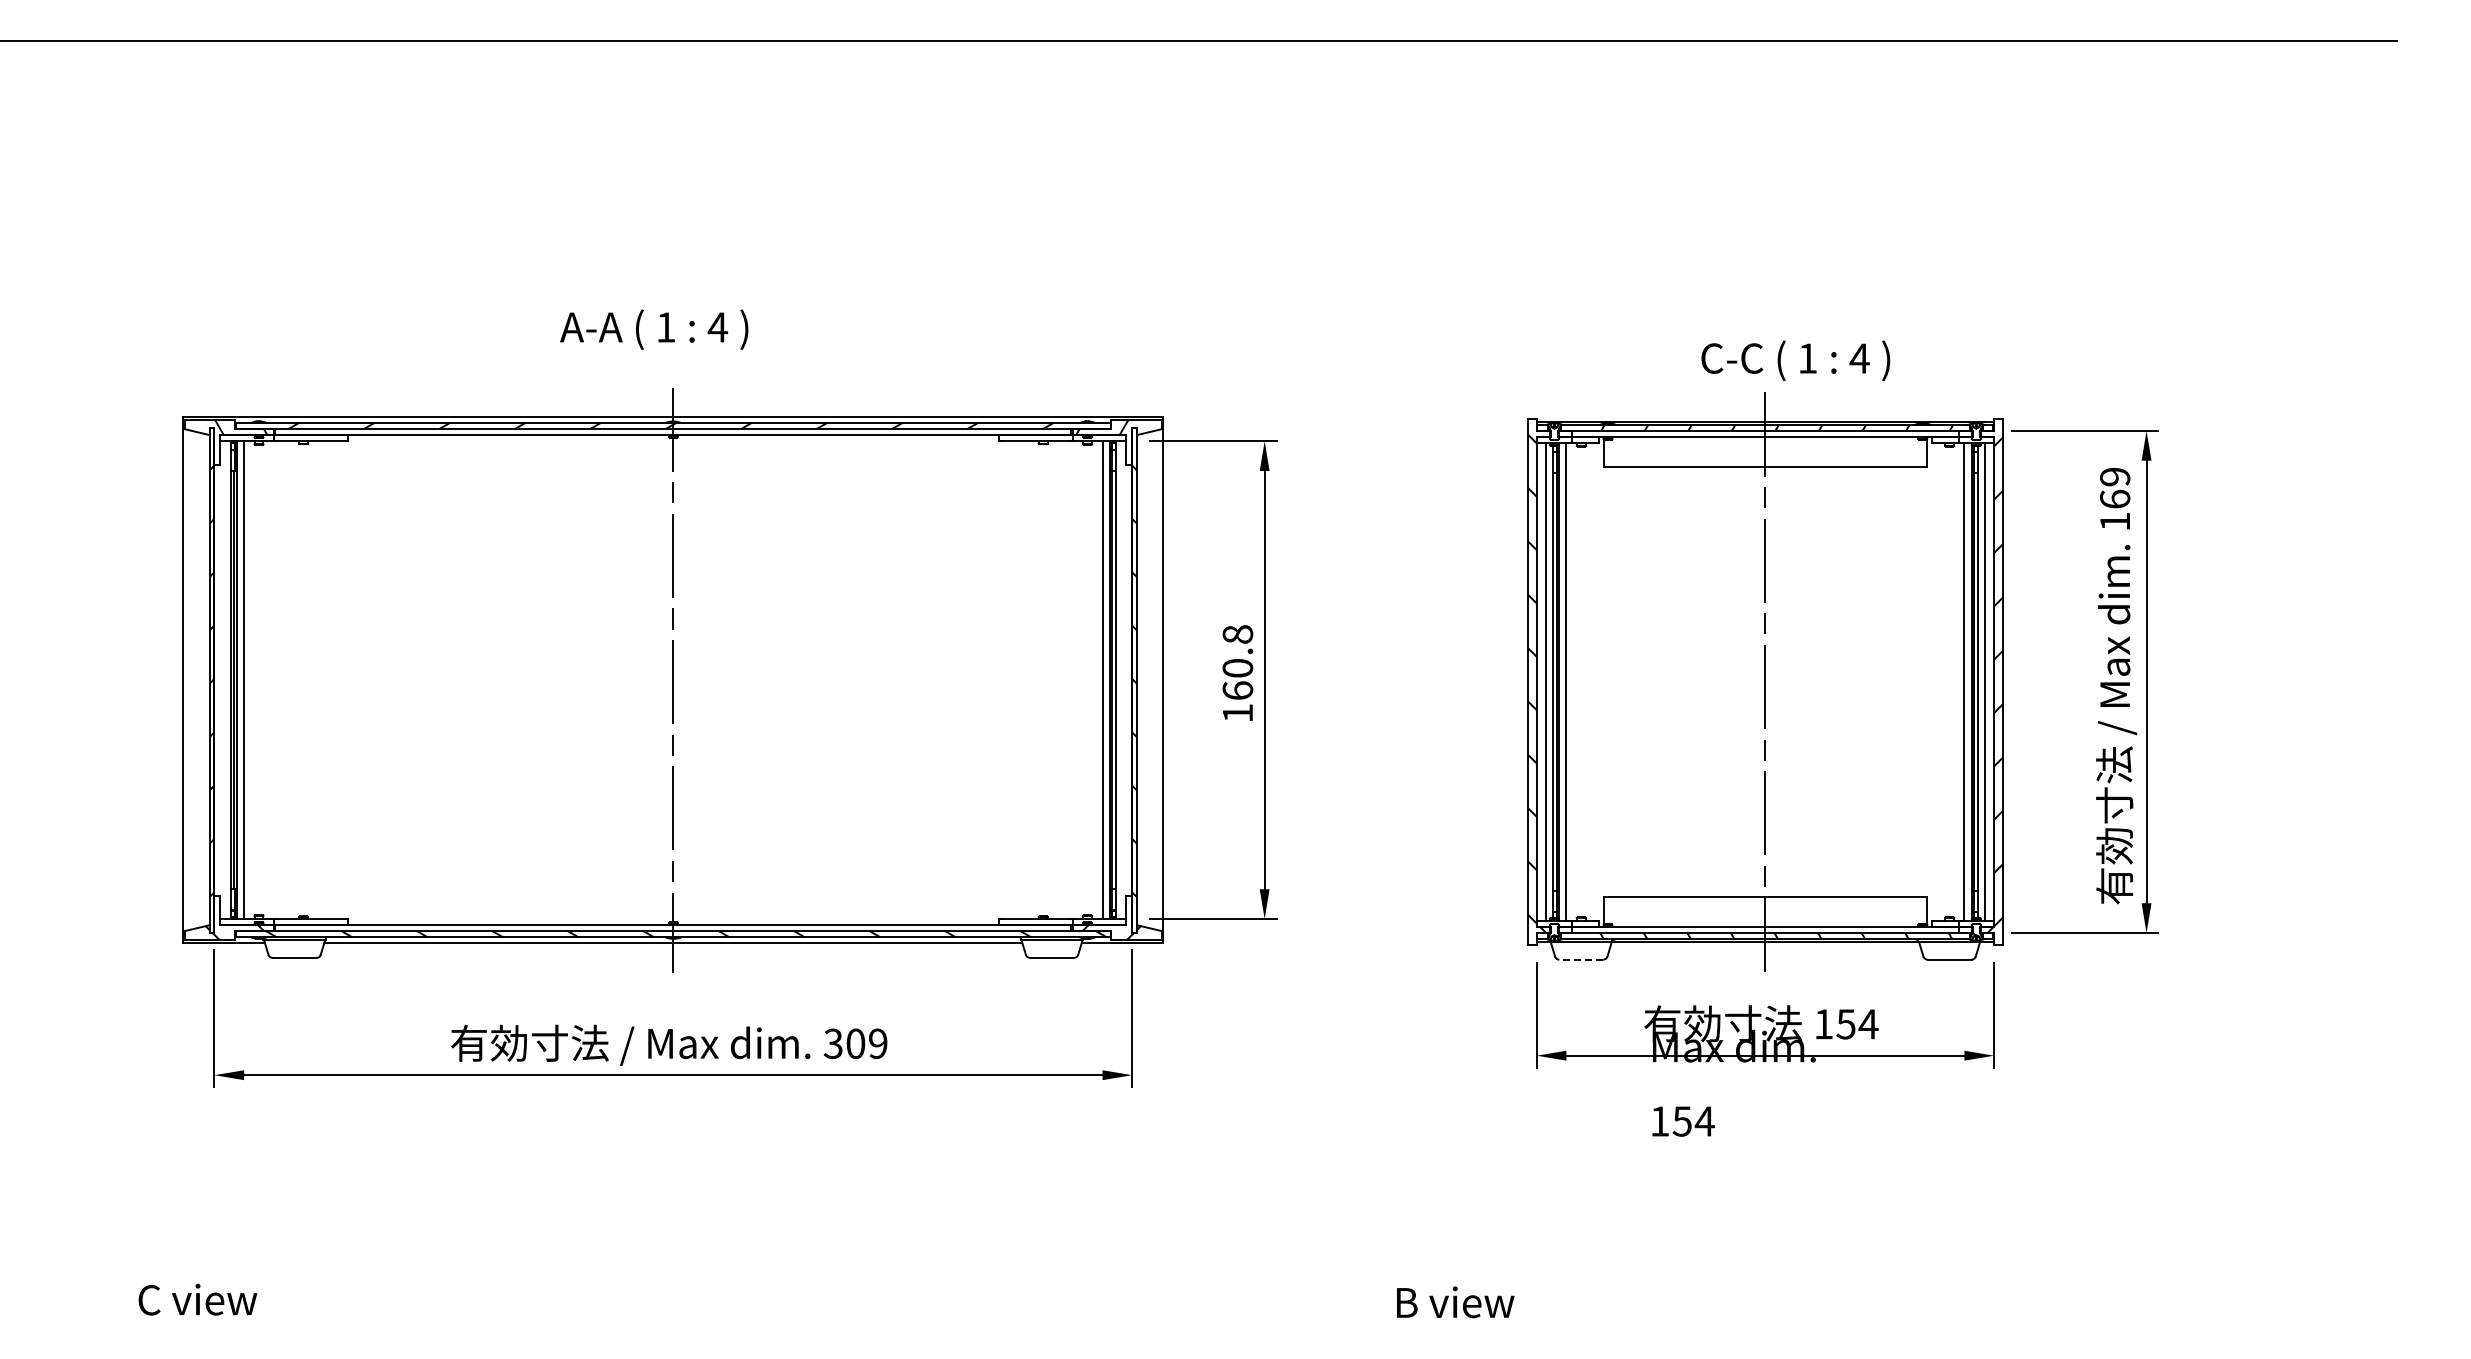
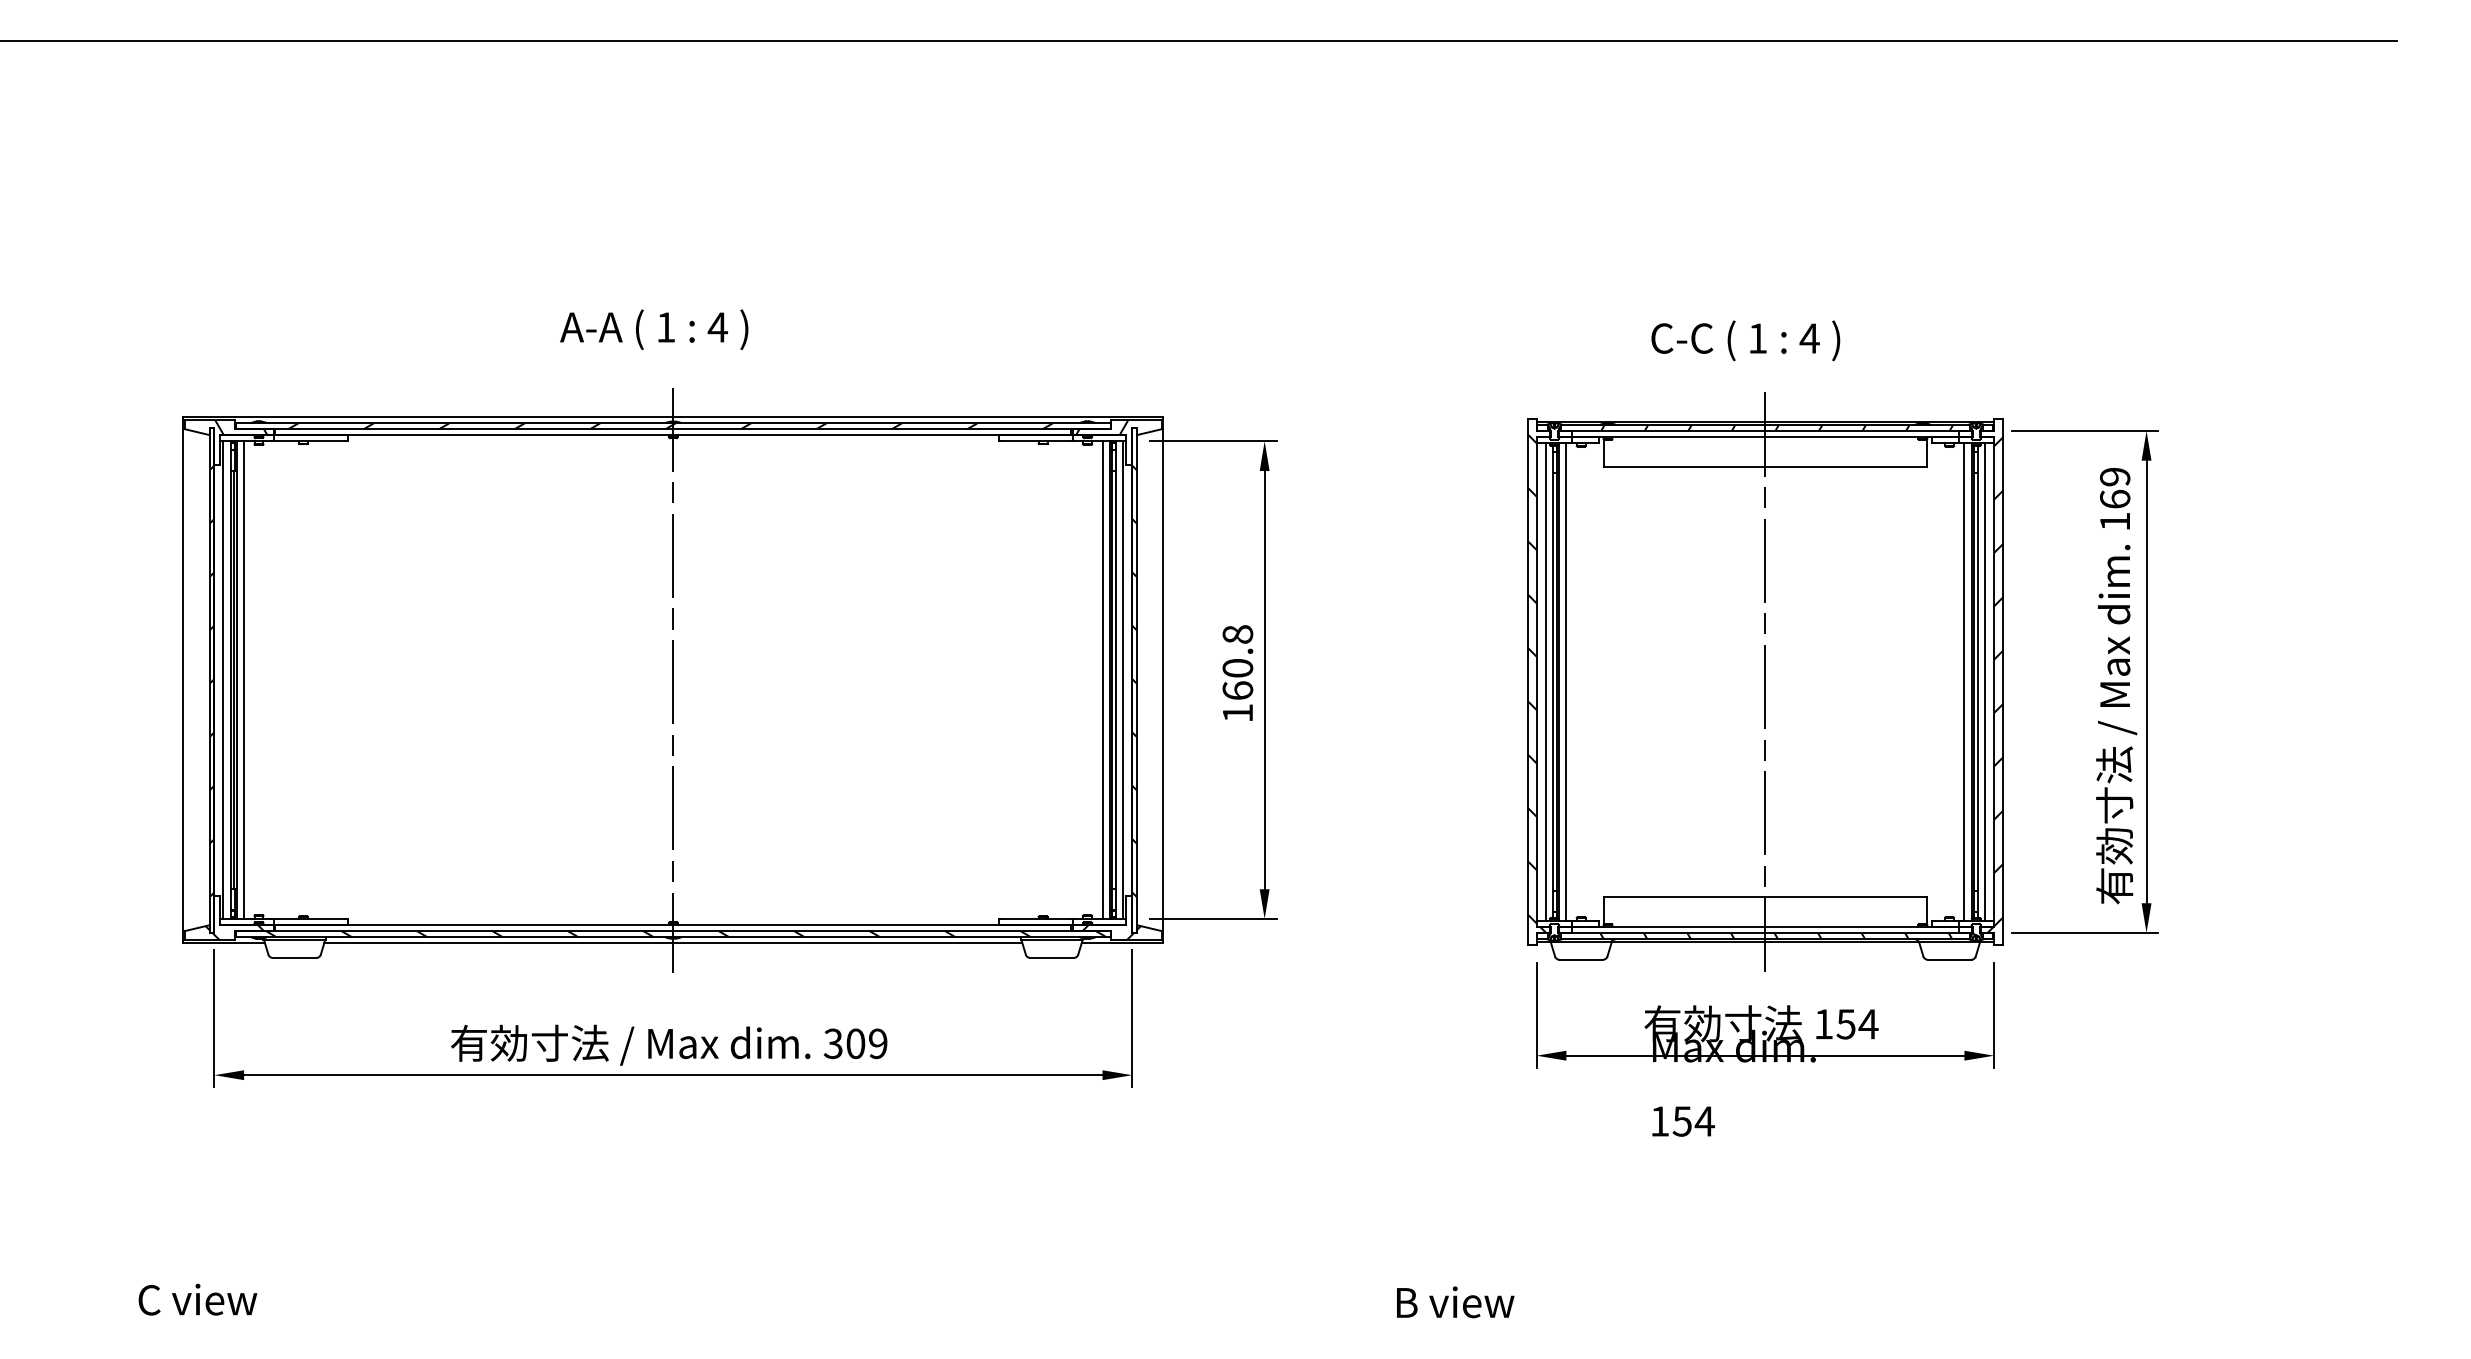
text at (1795, 360) position: (1795, 360) -> (1745, 340)
line at (223, 679): none -> present
line at (1123, 679): none -> present
line at (1581, 959): dashed -> solid
